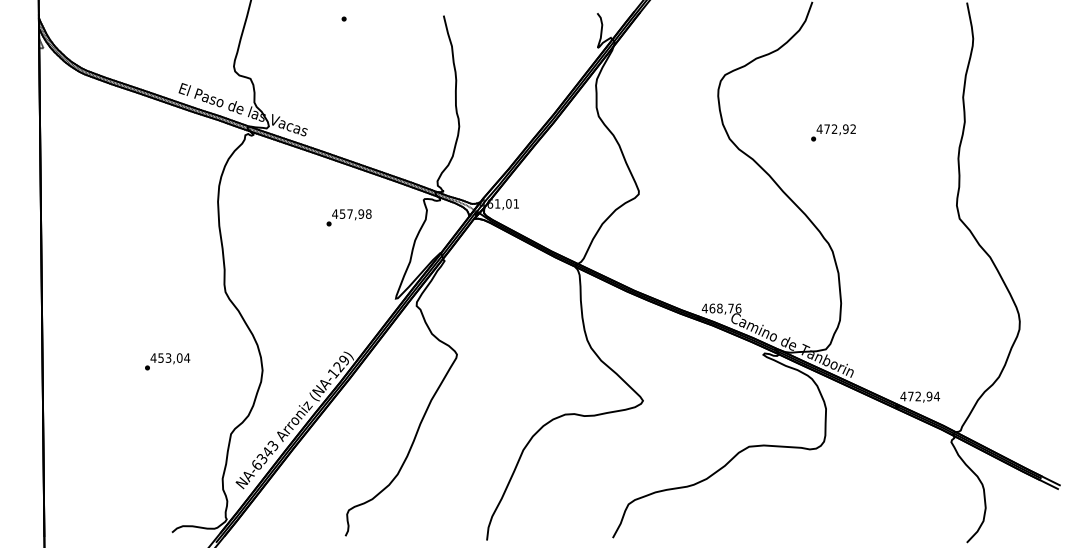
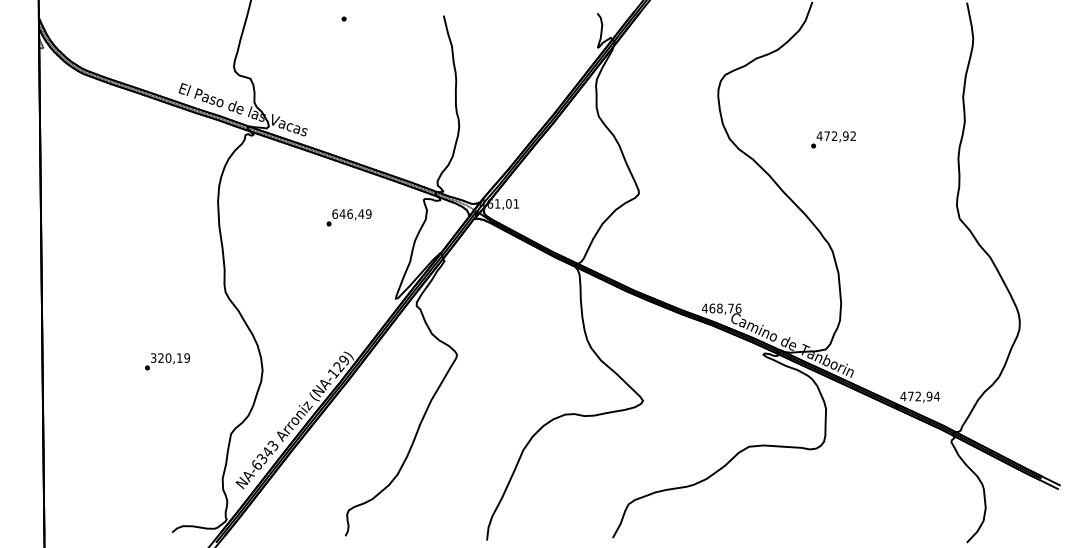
text at (833, 132) position: (833, 132) -> (833, 139)
text at (351, 213): 457,98 -> 646,49
text at (170, 357): 453,04 -> 320,19
